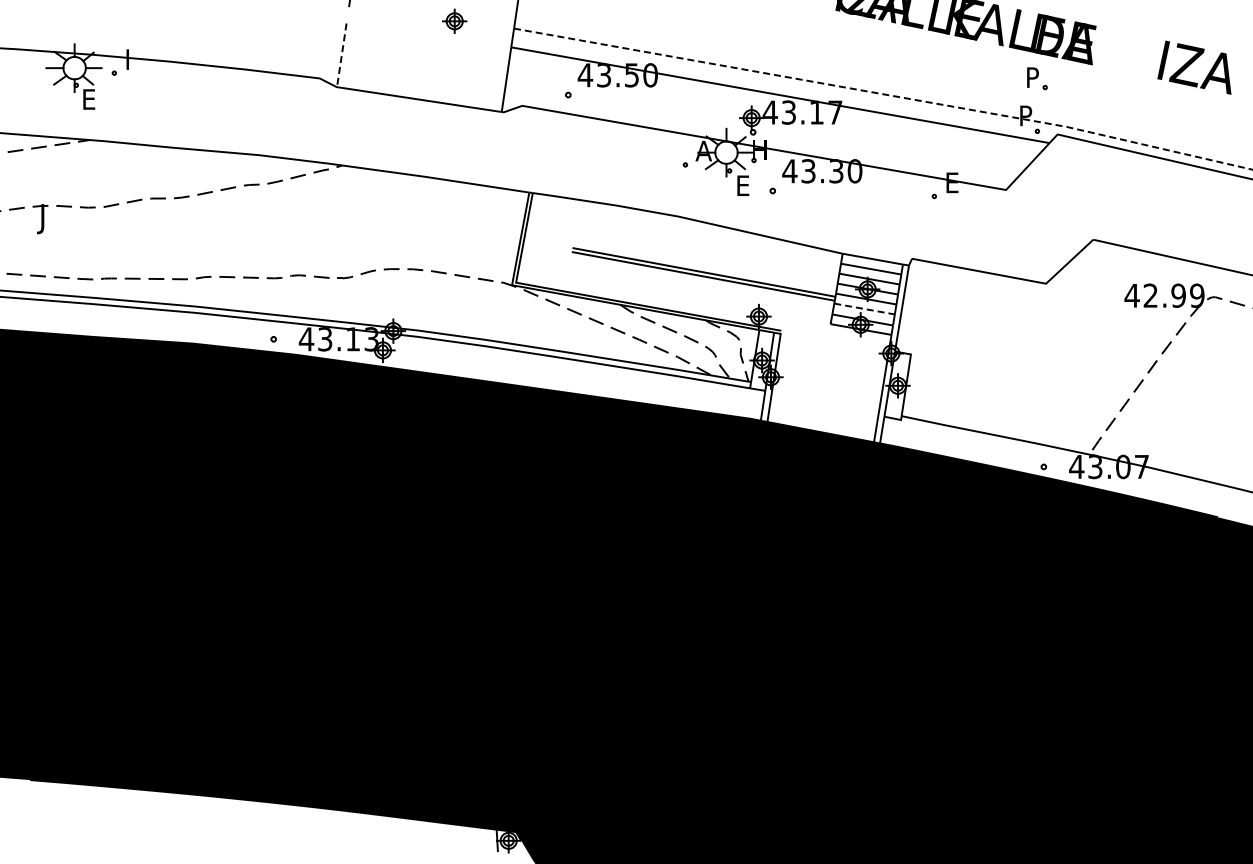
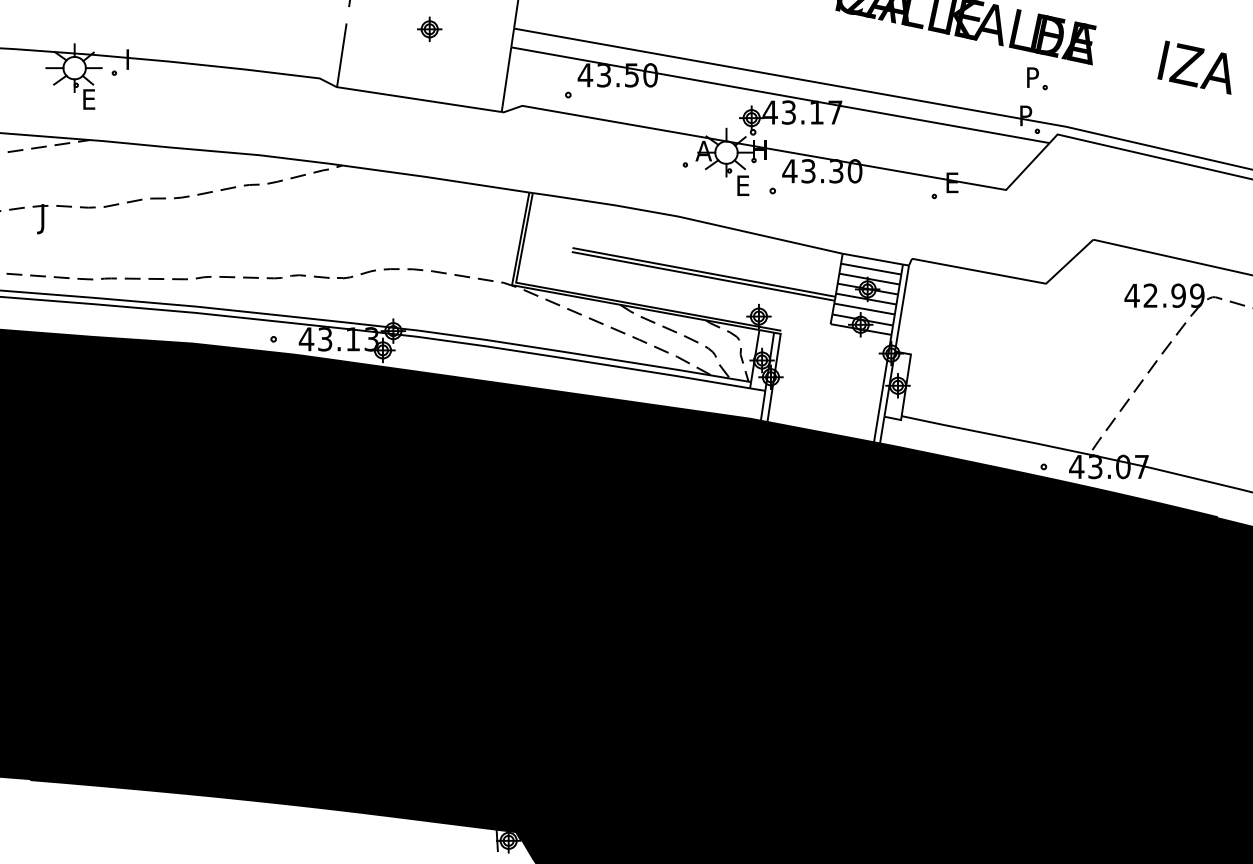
part at (454, 20) position: (454, 20) -> (429, 28)
line at (341, 55): dashed -> solid
line at (884, 94): dashed -> solid
line at (864, 309): dashed -> solid
